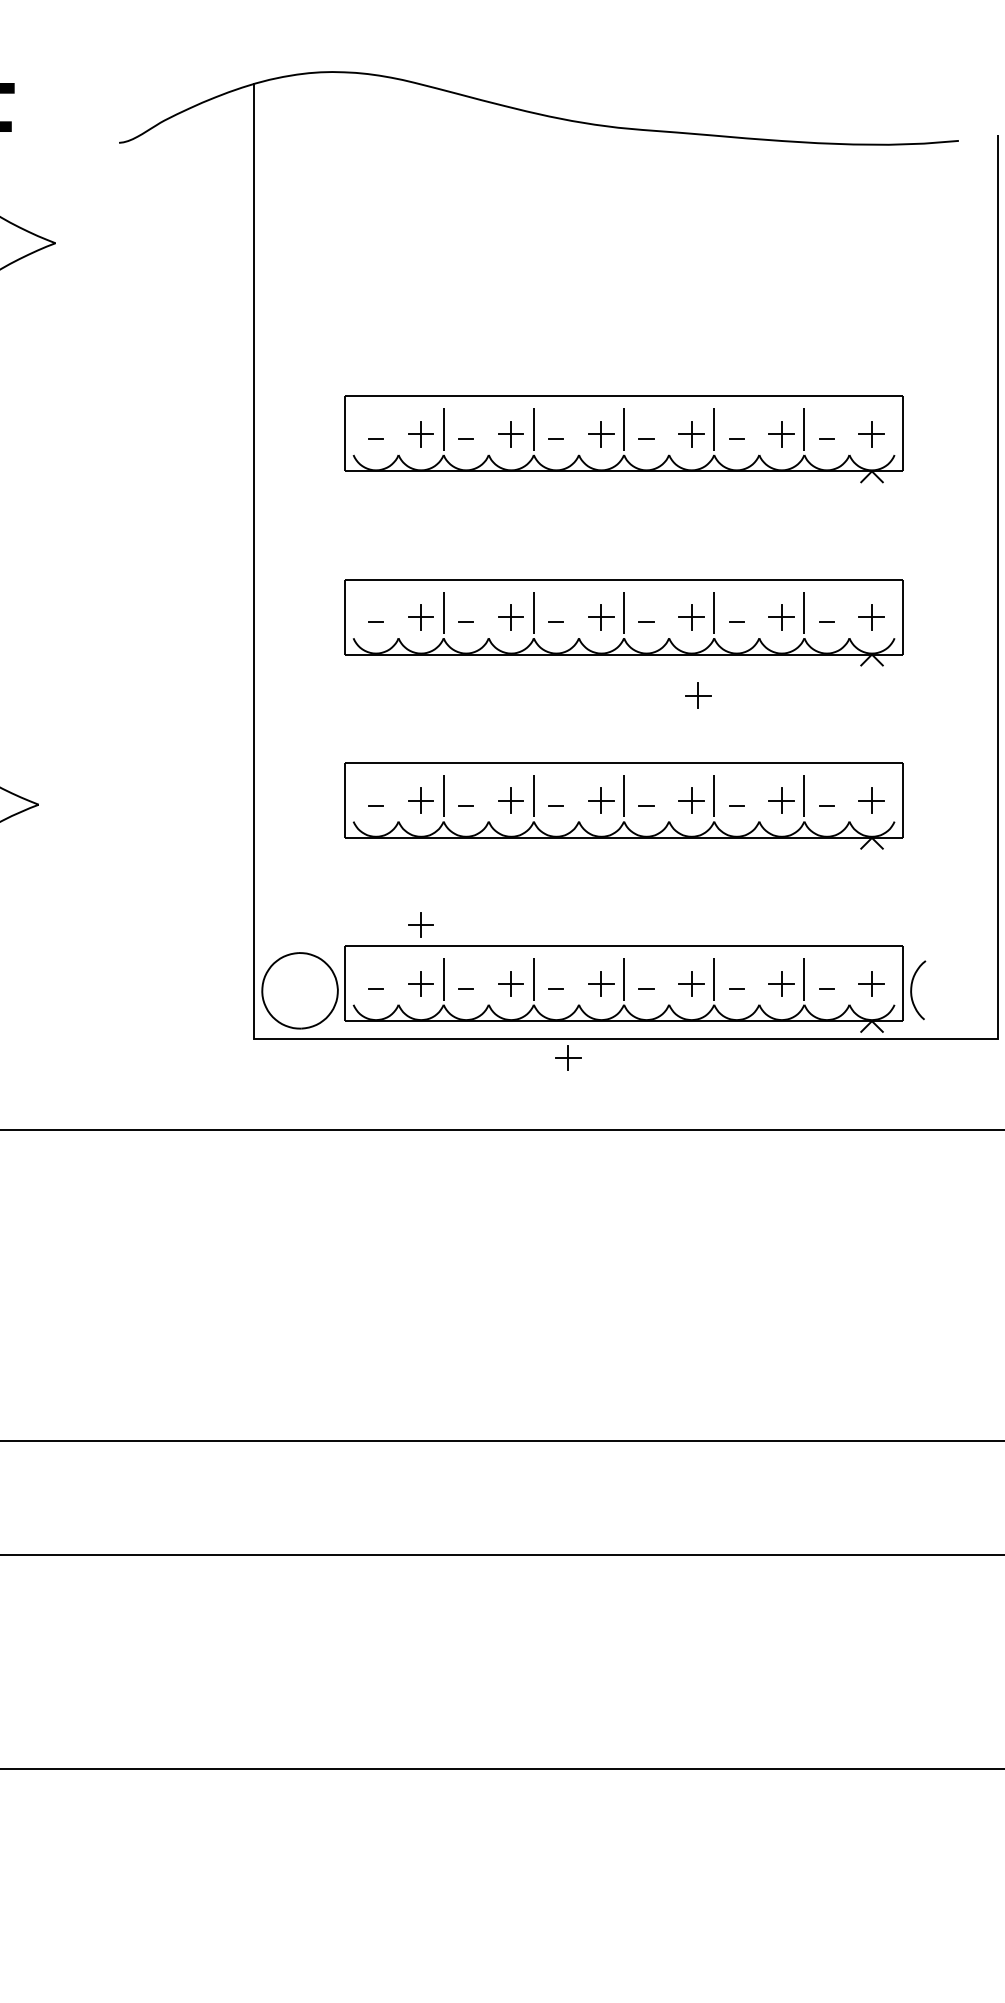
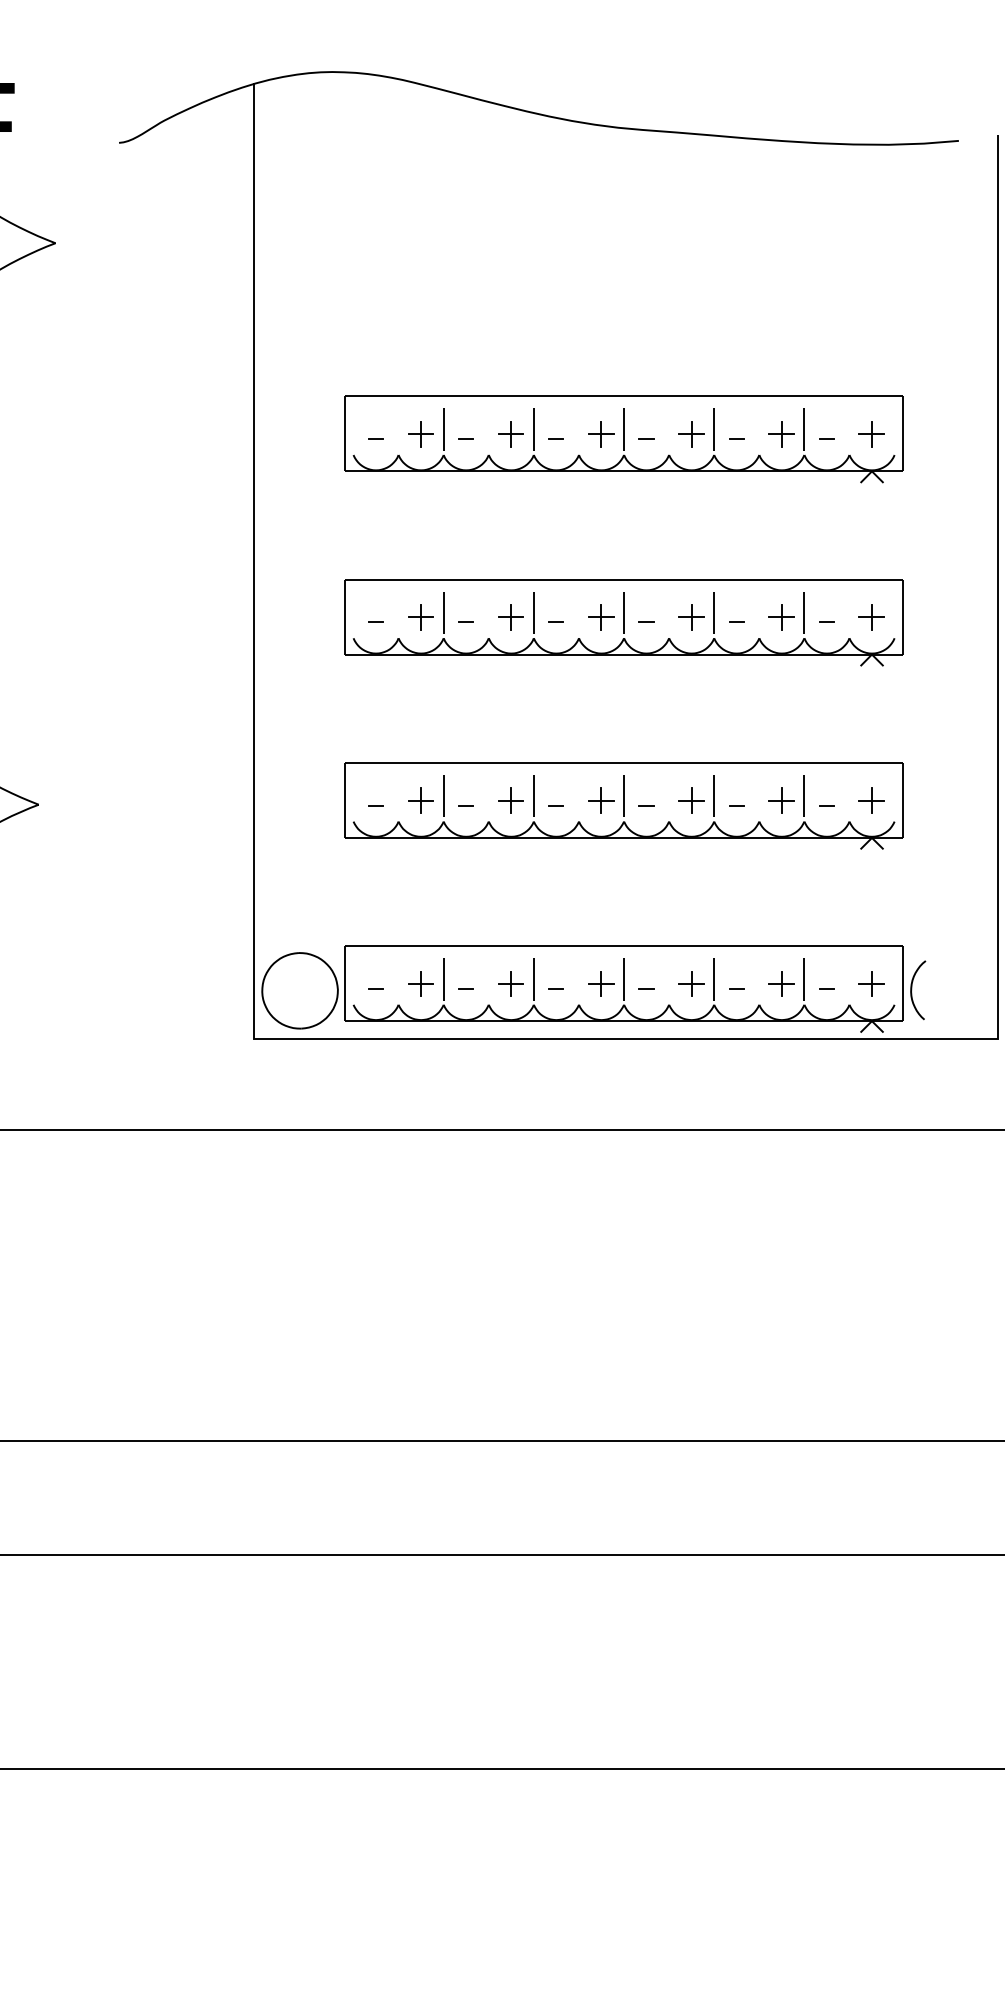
part at (698, 695): present -> none
part at (420, 924): present -> none
part at (568, 1057): present -> none
